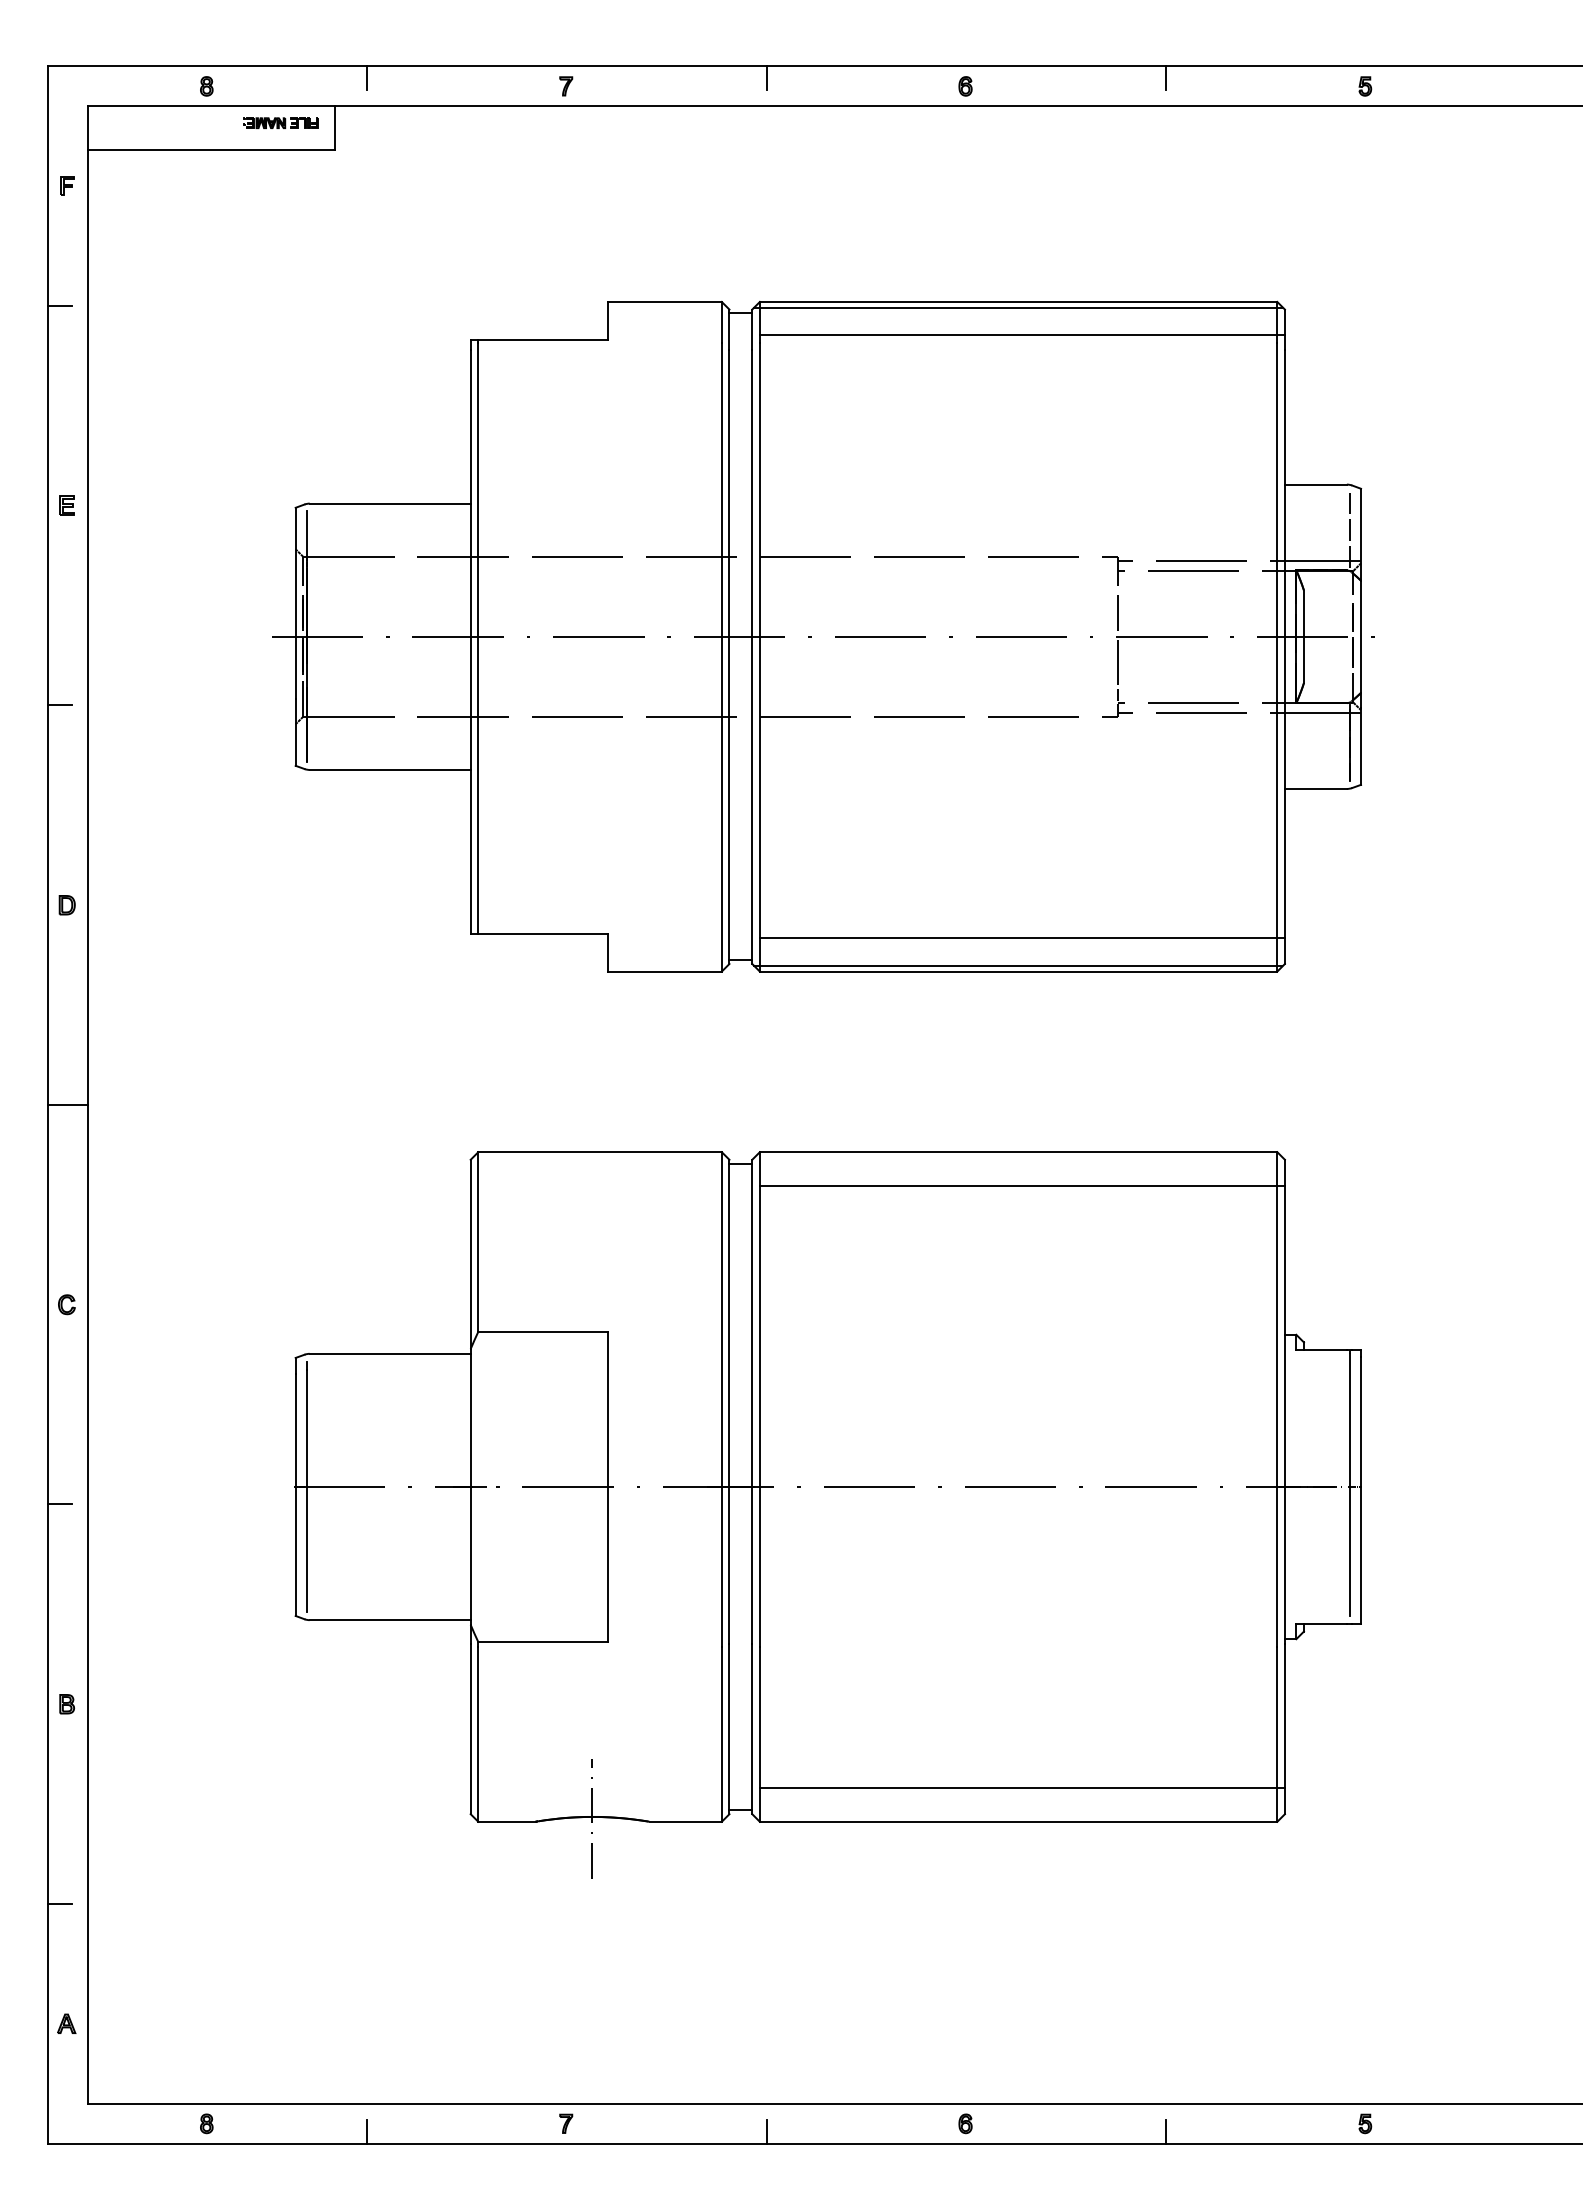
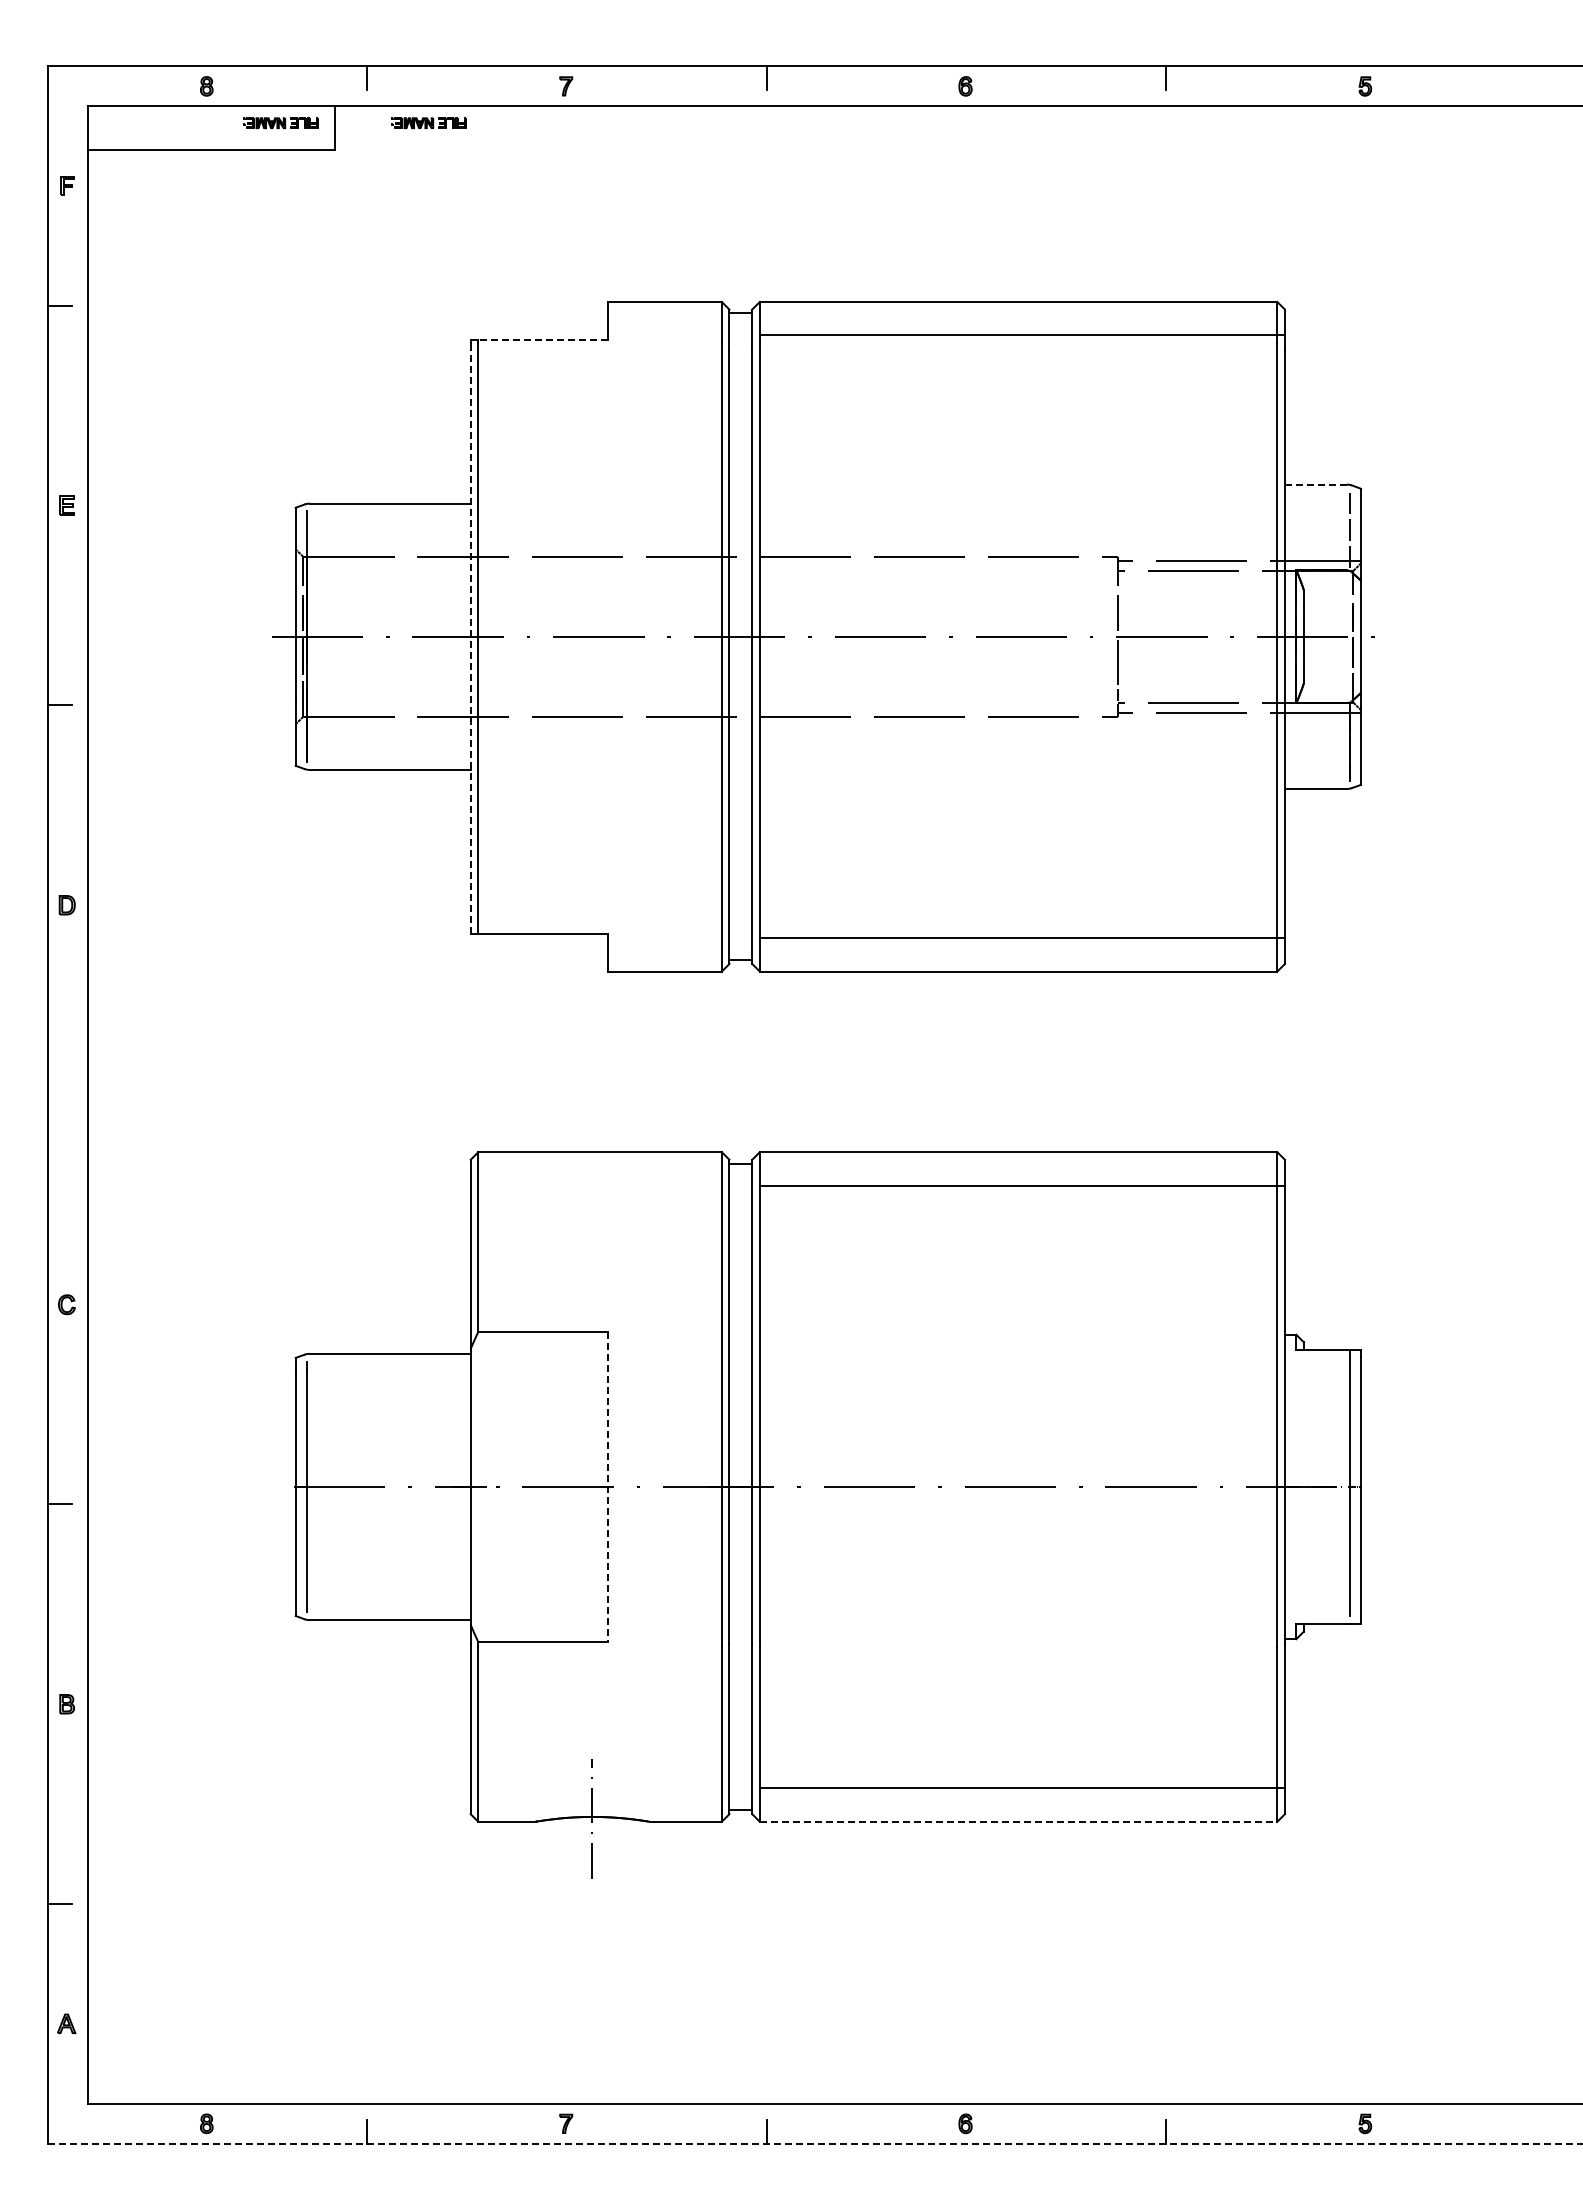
part at (428, 122): none -> present
line at (1018, 307): present -> none
line at (543, 340): solid -> dashed
line at (1315, 484): solid -> dashed
line at (470, 641): solid -> dashed
line at (1018, 965): present -> none
line at (67, 1105): present -> none
line at (607, 1487): solid -> dashed
line at (1018, 1821): solid -> dashed
line at (815, 2143): solid -> dashed
